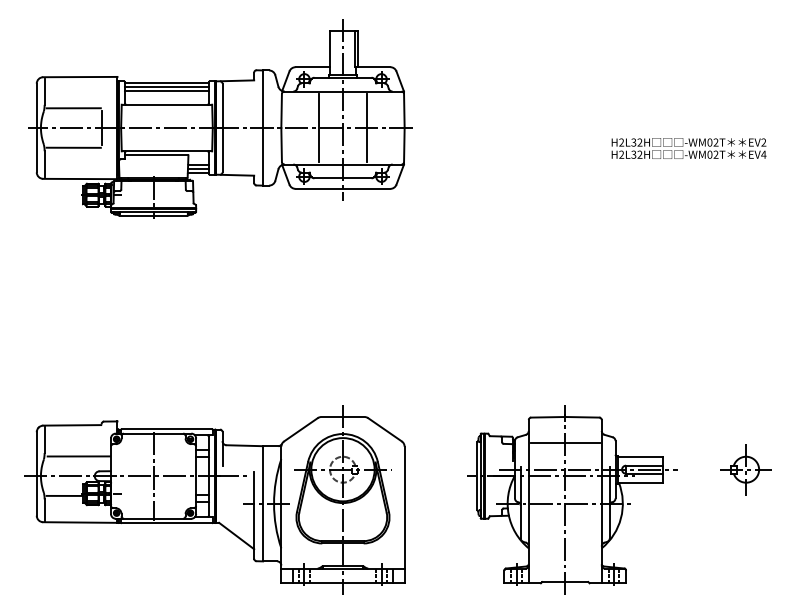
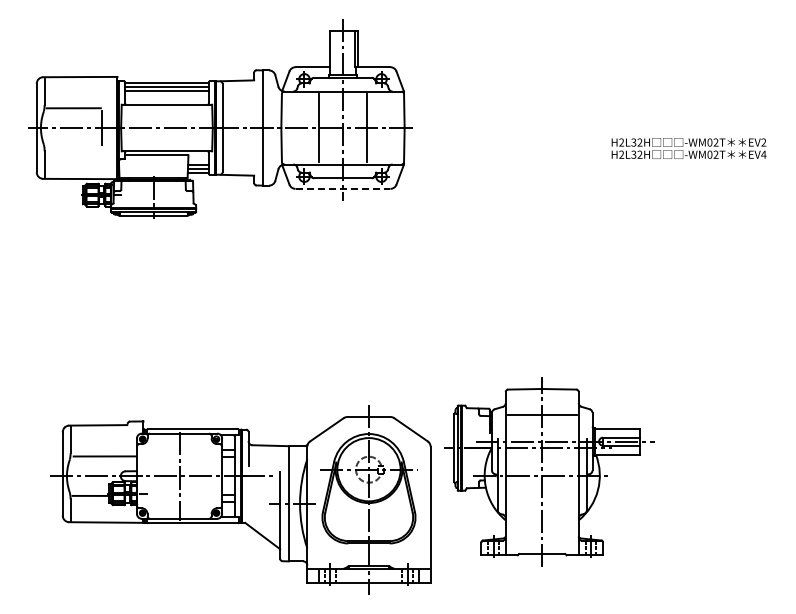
line at (73, 147): present -> none
line at (343, 188): solid -> dashed
part at (745, 469): present -> none
part at (214, 499) position: (214, 499) -> (240, 499)
part at (572, 499) position: (572, 499) -> (549, 471)
